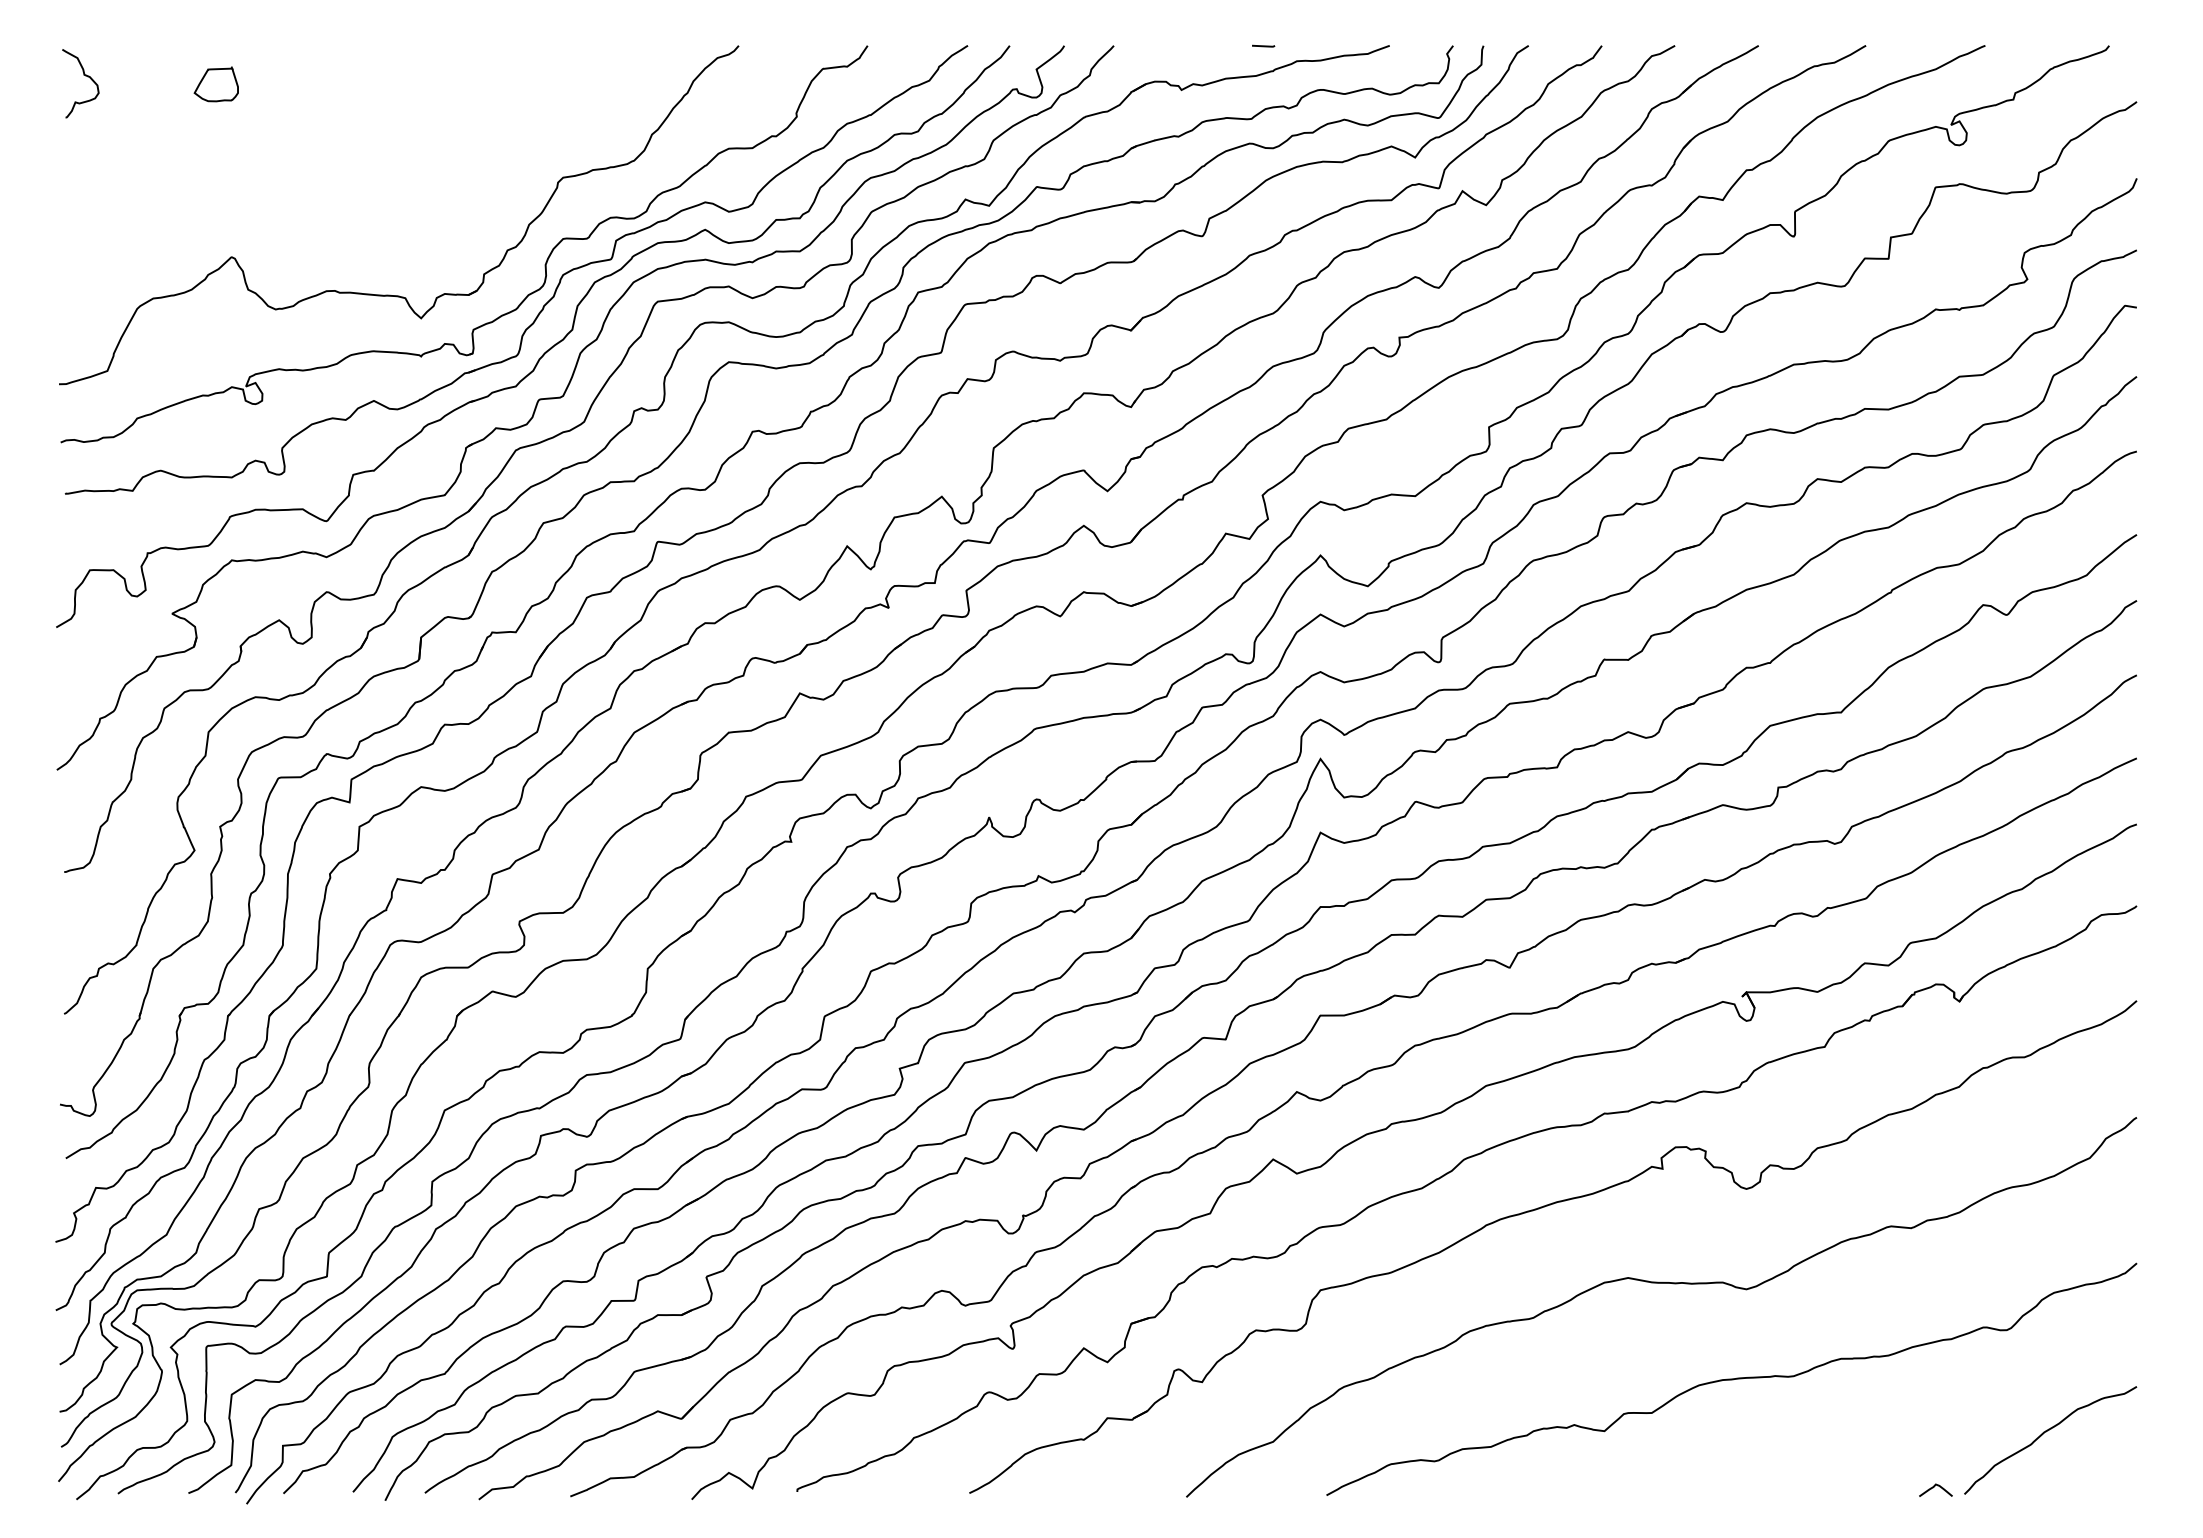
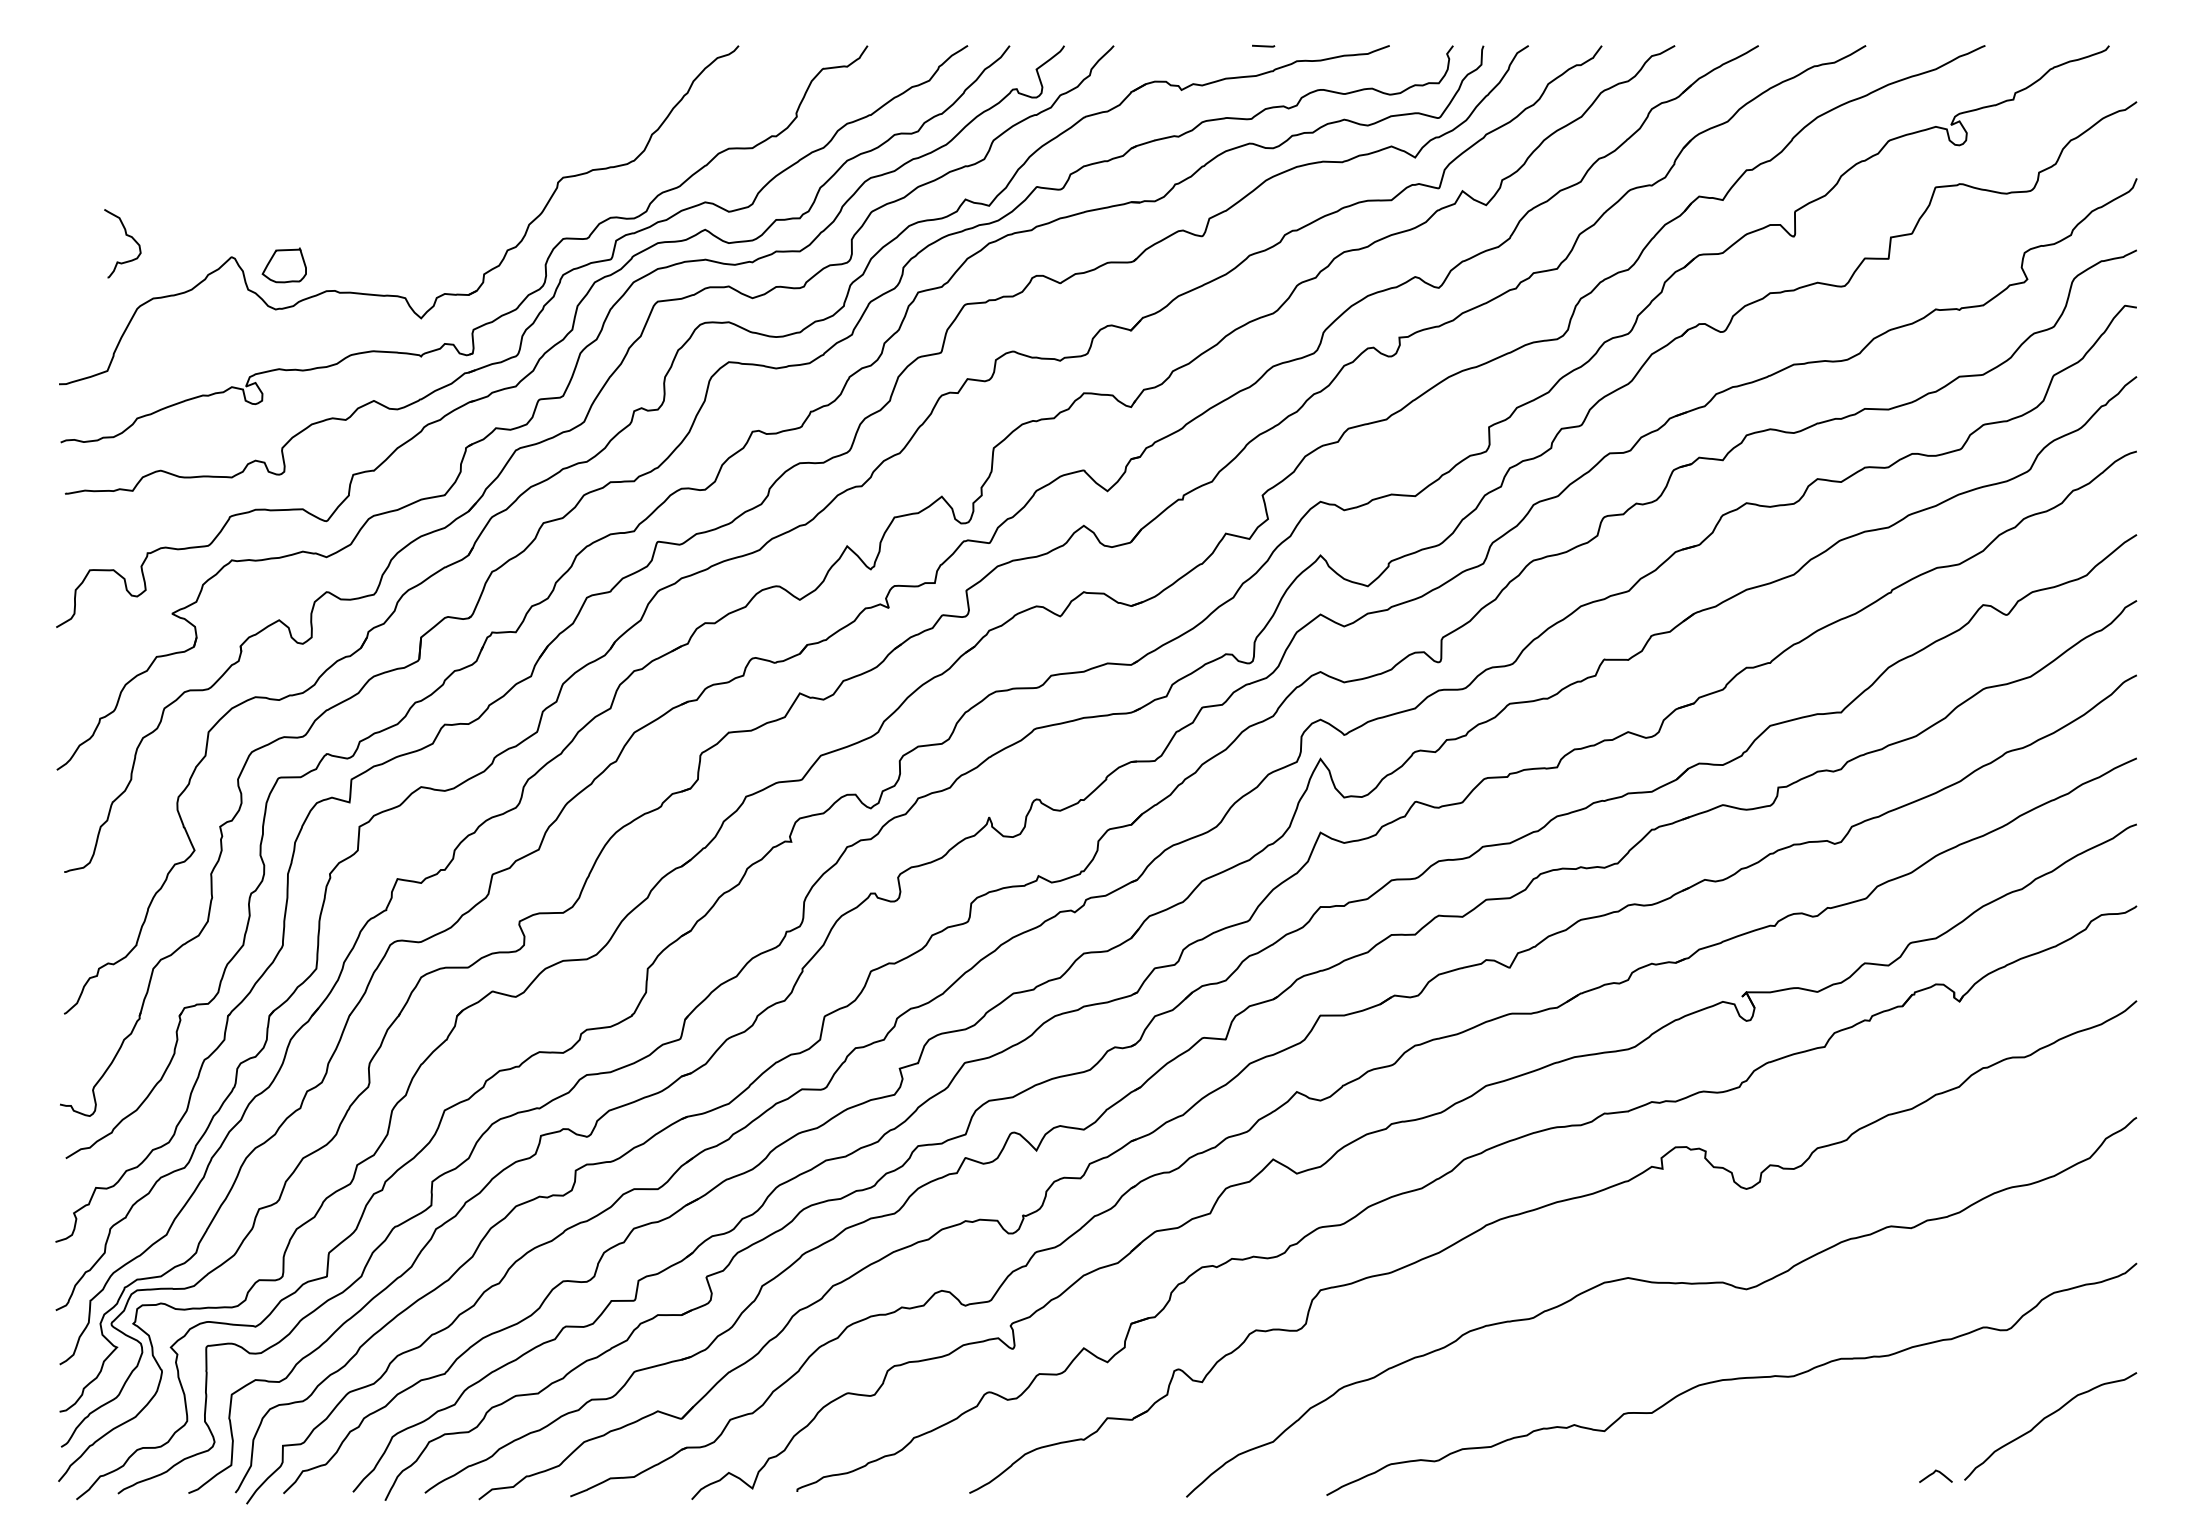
curve at (83, 75) position: (83, 75) -> (125, 235)
part at (215, 84) position: (215, 84) -> (283, 265)
curve at (2046, 1432) position: (2046, 1432) -> (2046, 1418)
curve at (1934, 1487) position: (1934, 1487) -> (1934, 1473)
